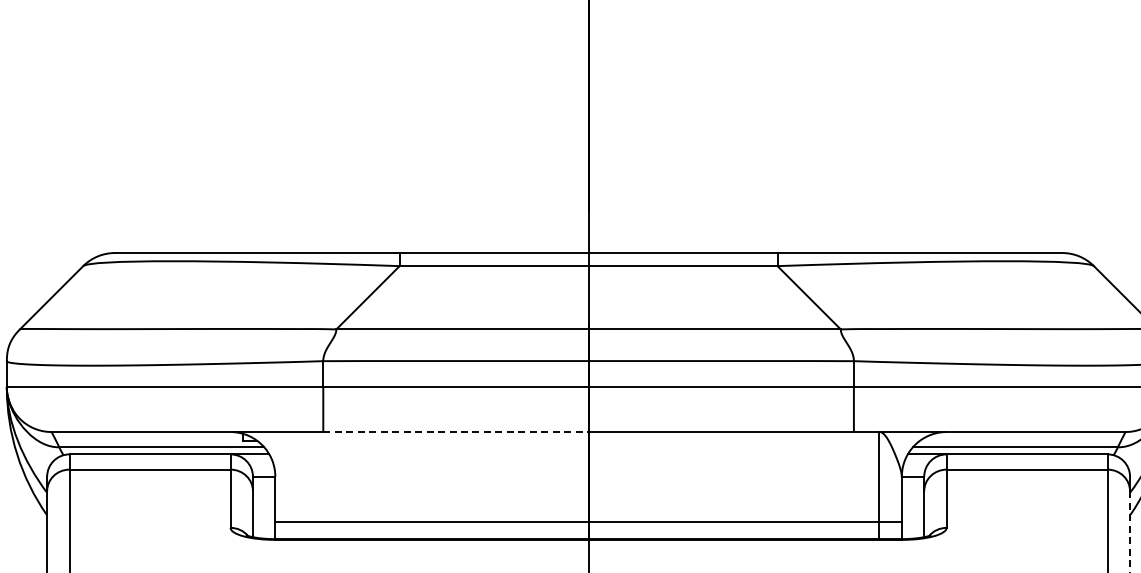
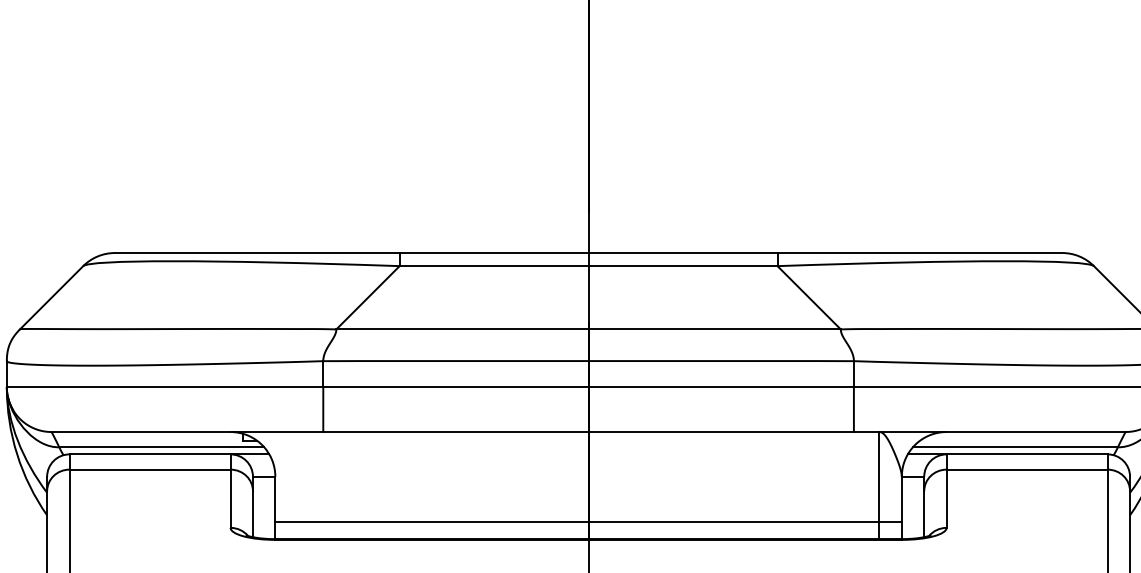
line at (455, 432): dashed -> solid
line at (1130, 532): dashed -> solid
